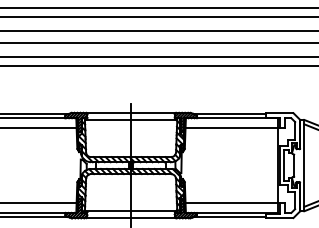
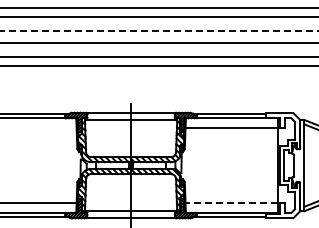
line at (159, 31): solid -> dashed
line at (39, 128): present -> none
line at (231, 202): solid -> dashed
